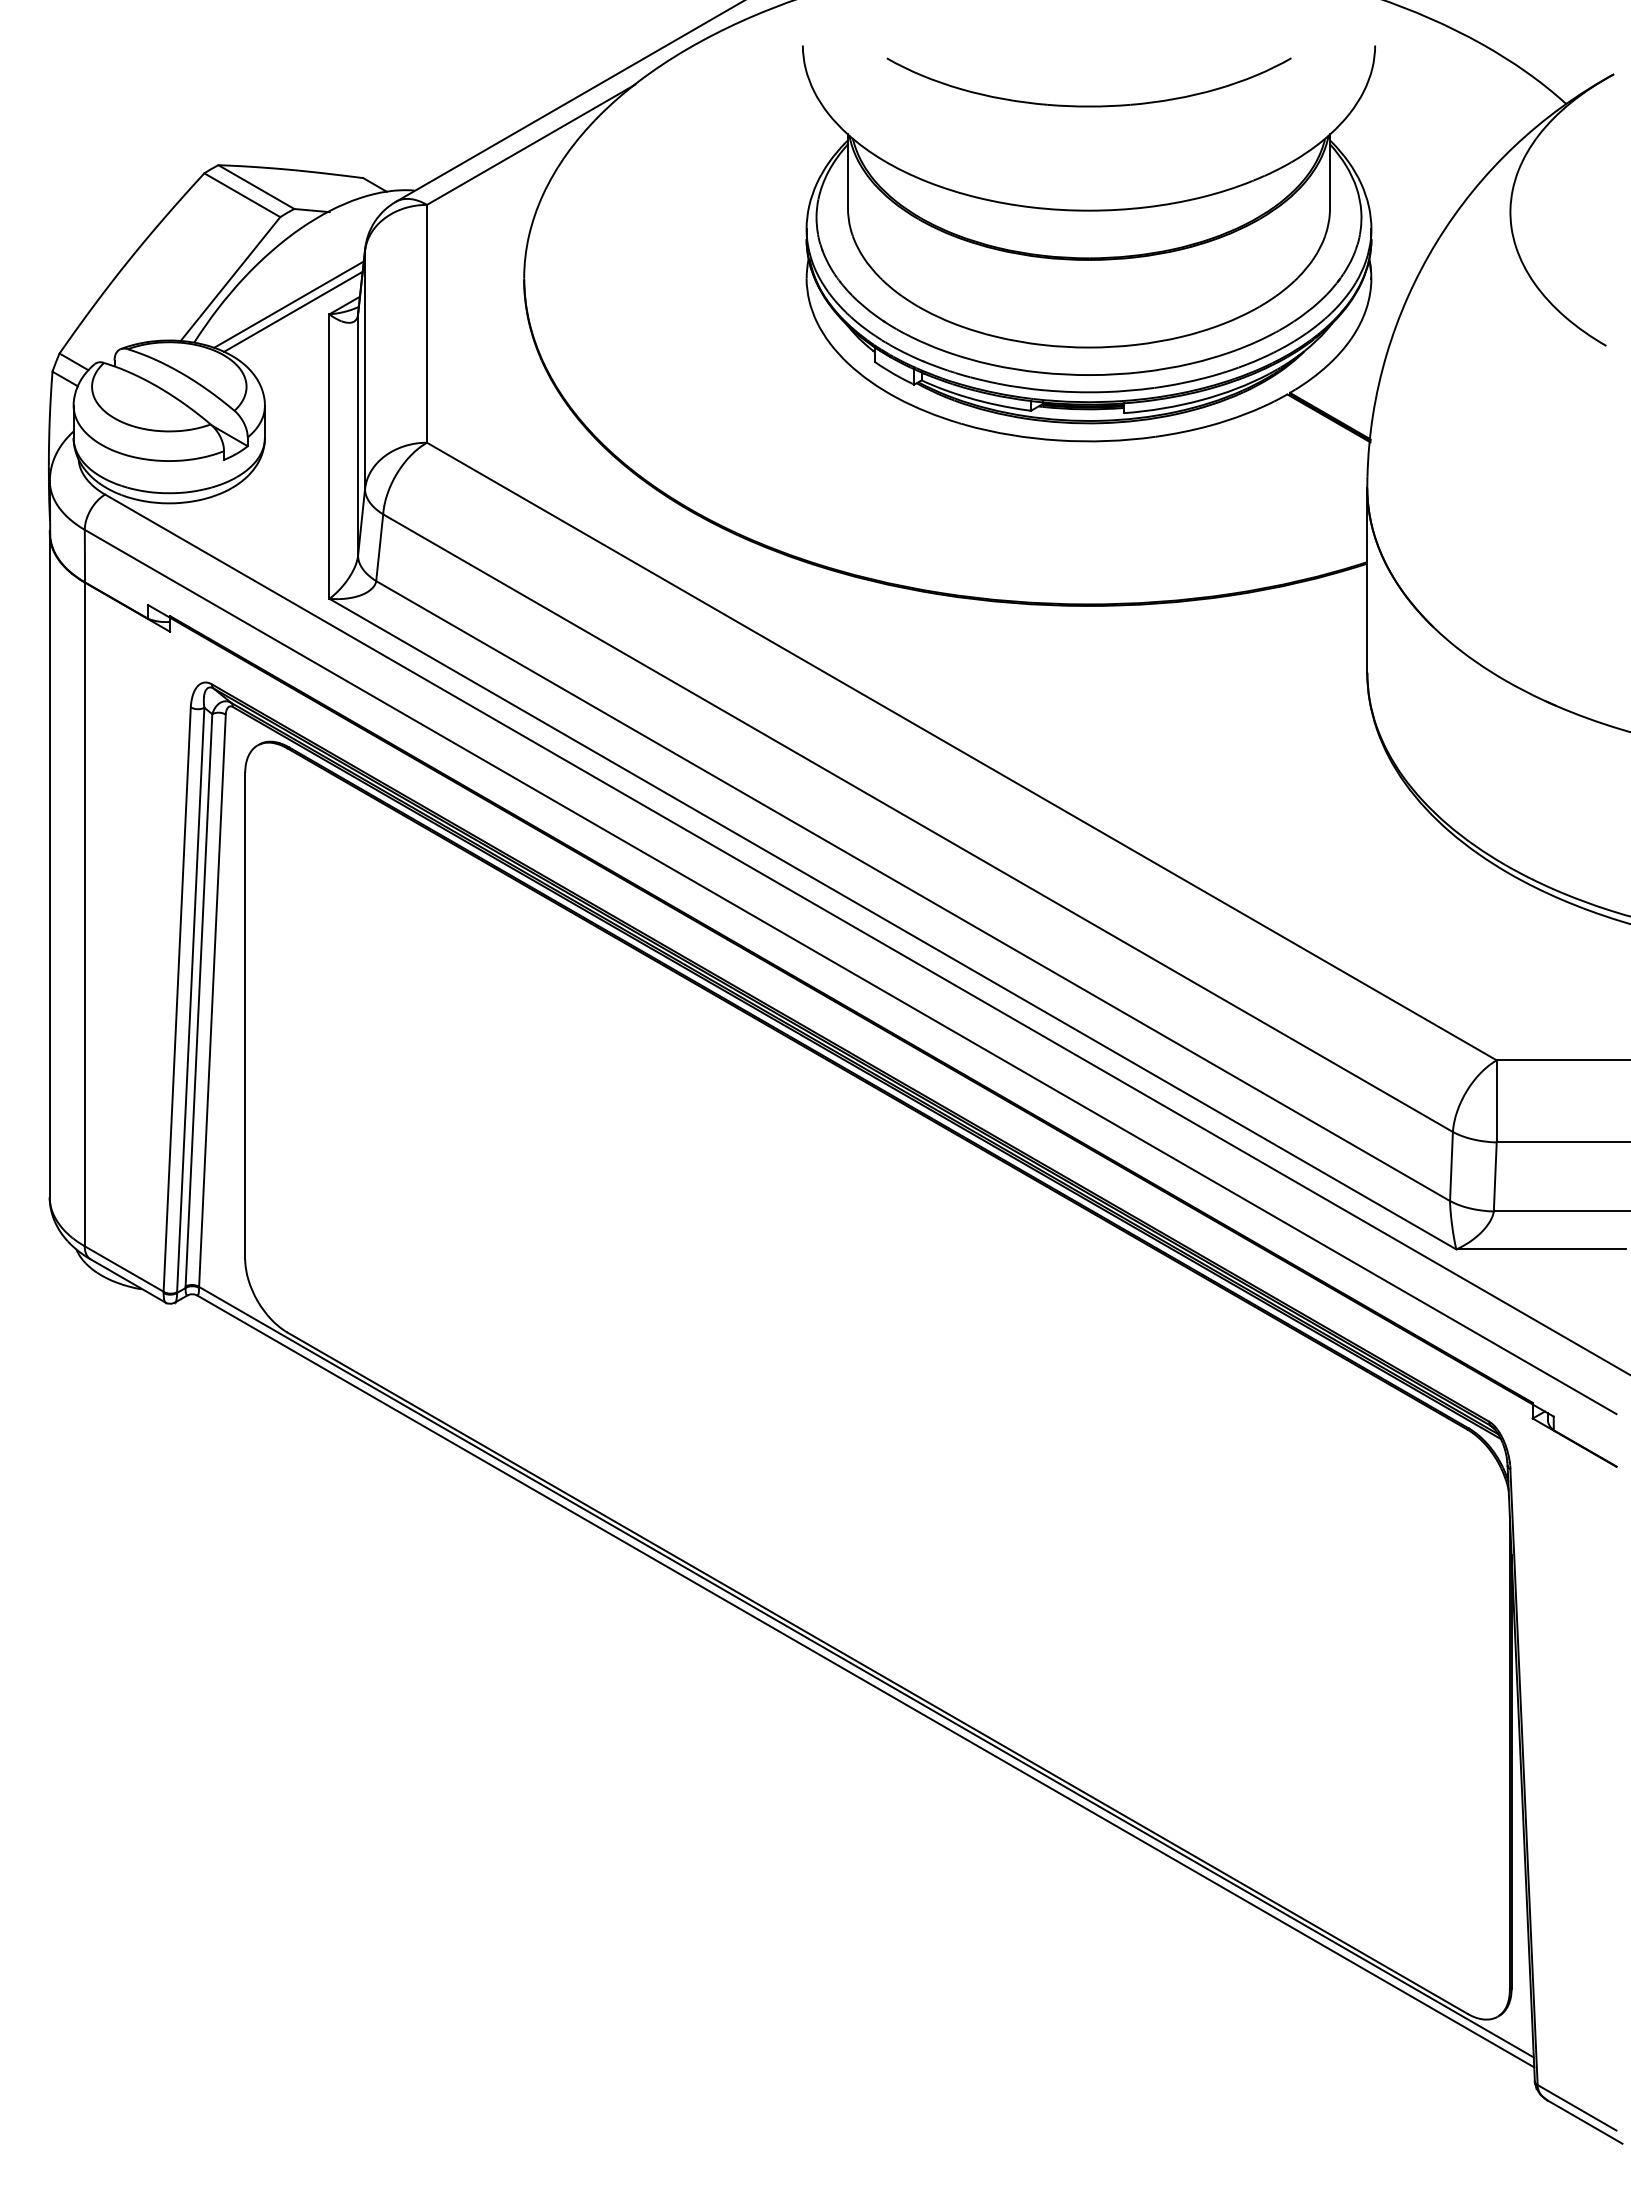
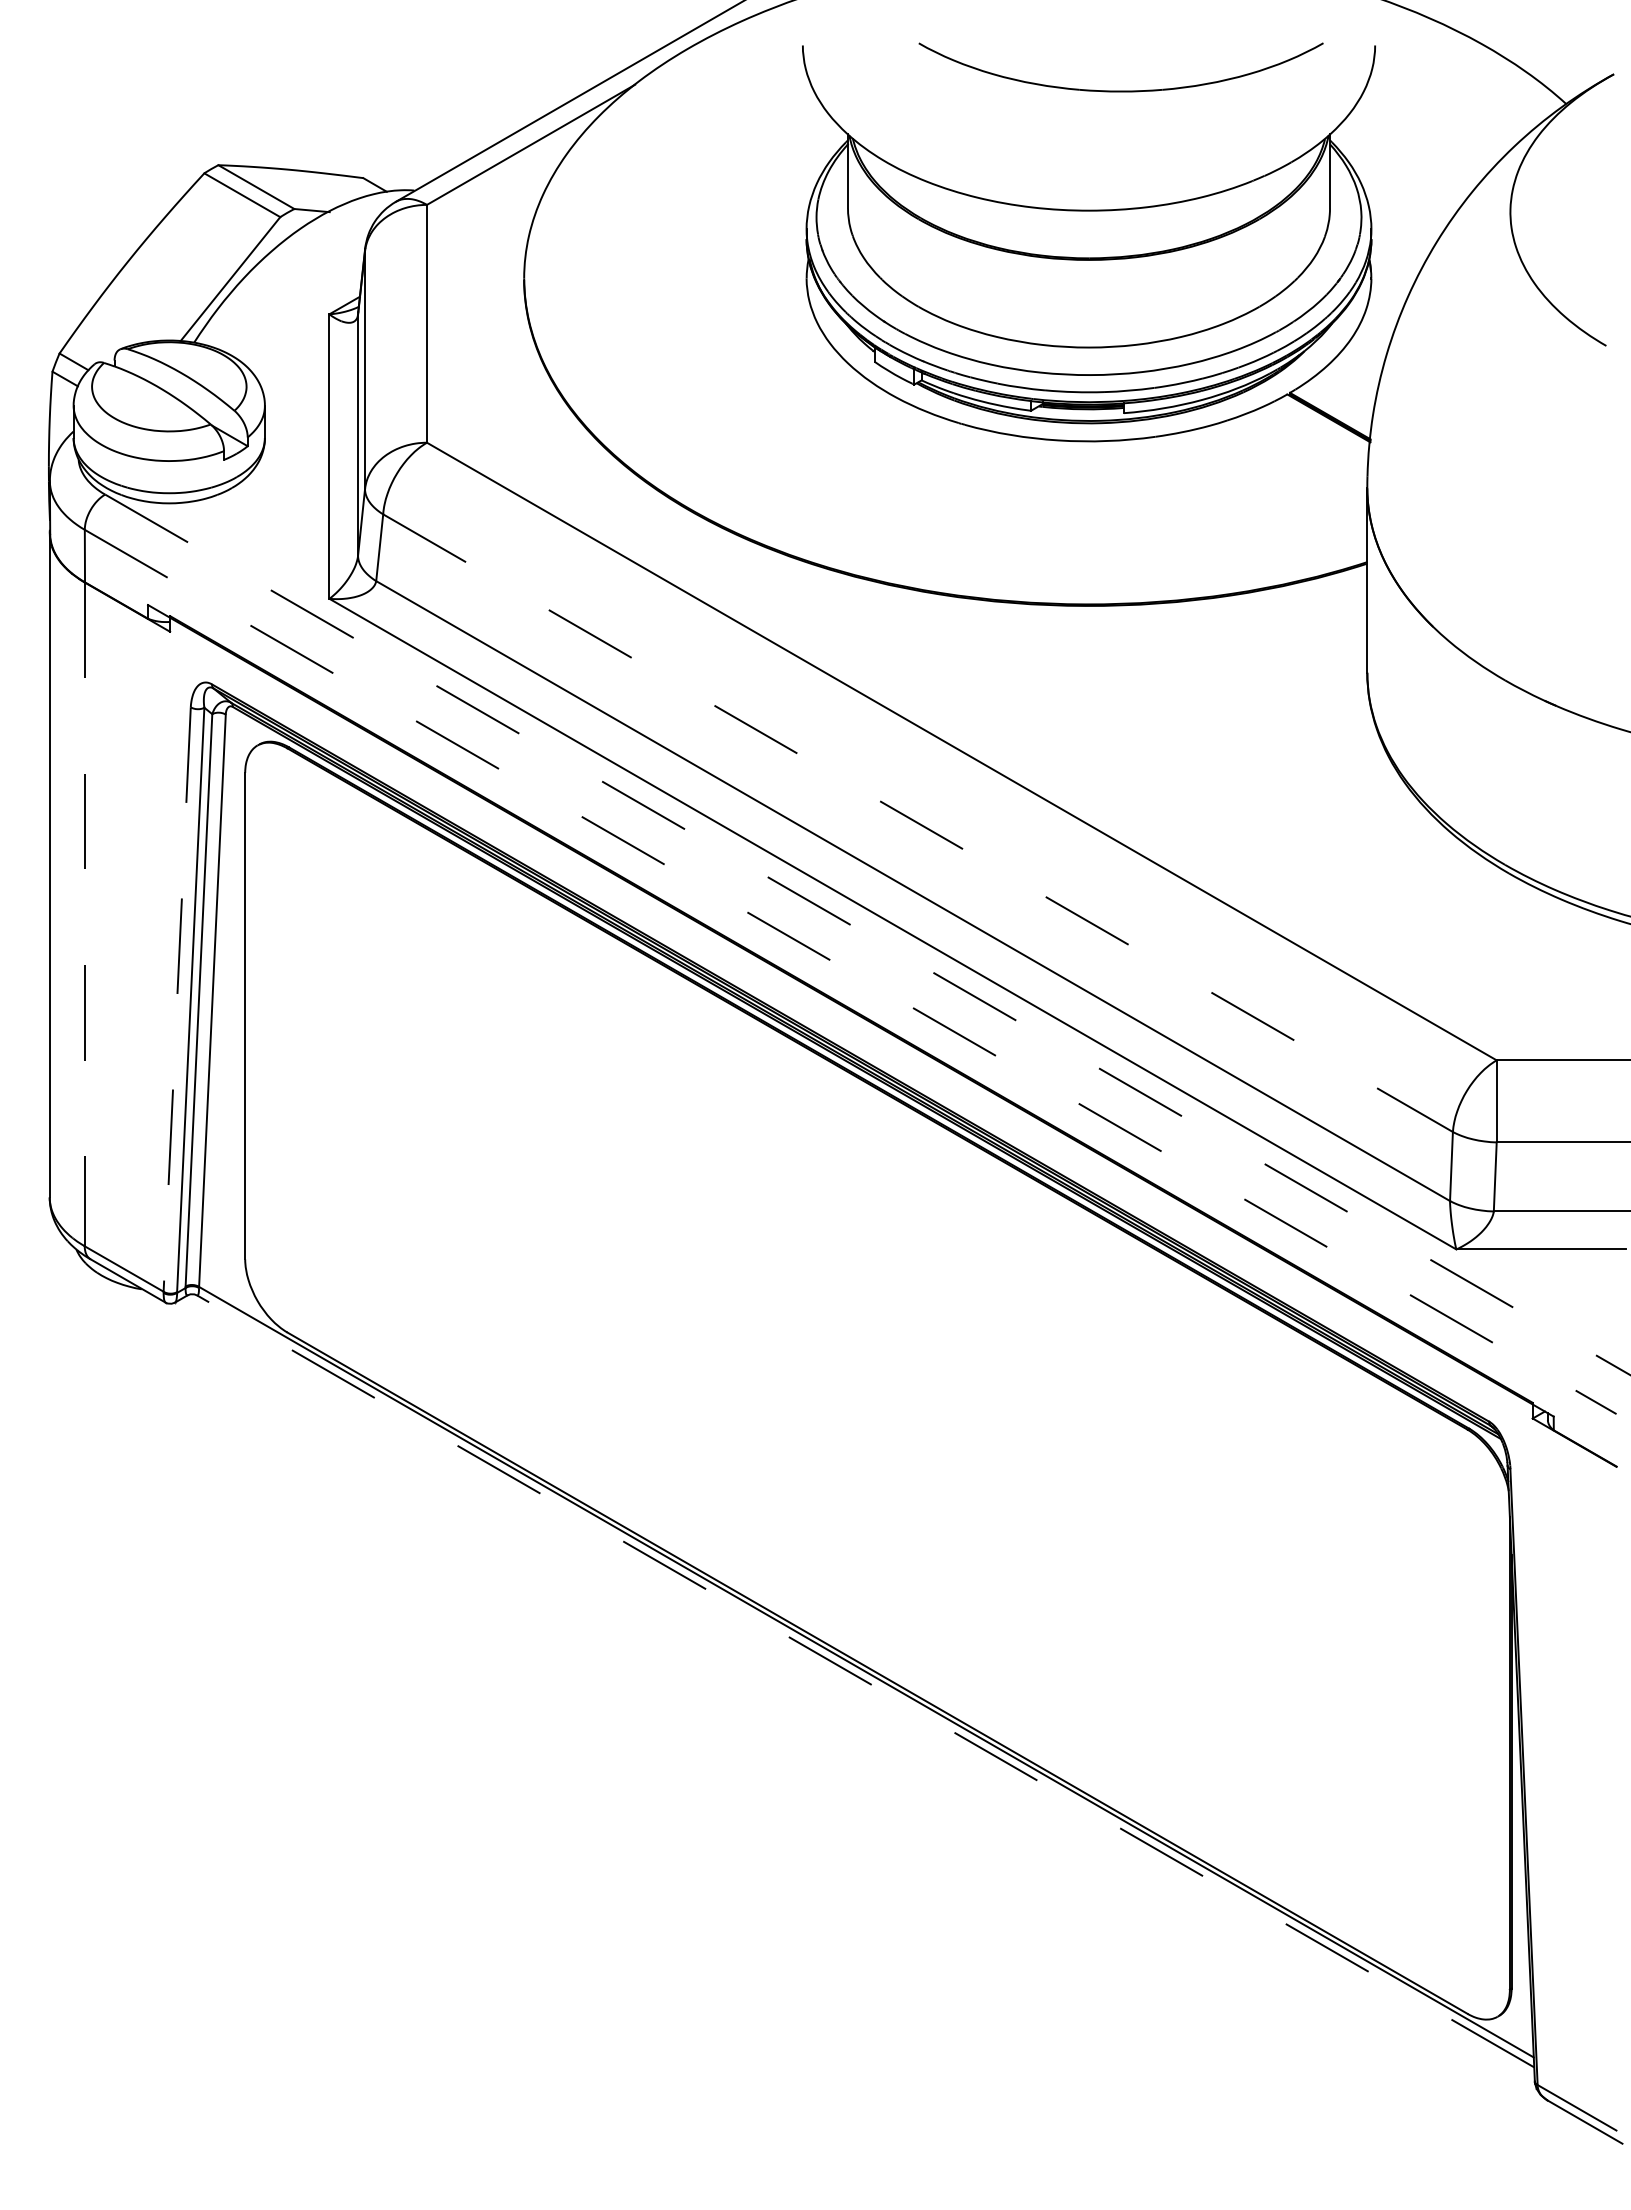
part at (1088, 105) position: (1088, 105) -> (1120, 90)
line at (288, 304): present -> none
line at (292, 311): present -> none
line at (918, 823): solid -> dashed
line at (84, 914): solid -> dashed
line at (868, 935): solid -> dashed
line at (851, 972): solid -> dashed
line at (177, 1000): solid -> dashed
line at (865, 1681): solid -> dashed
